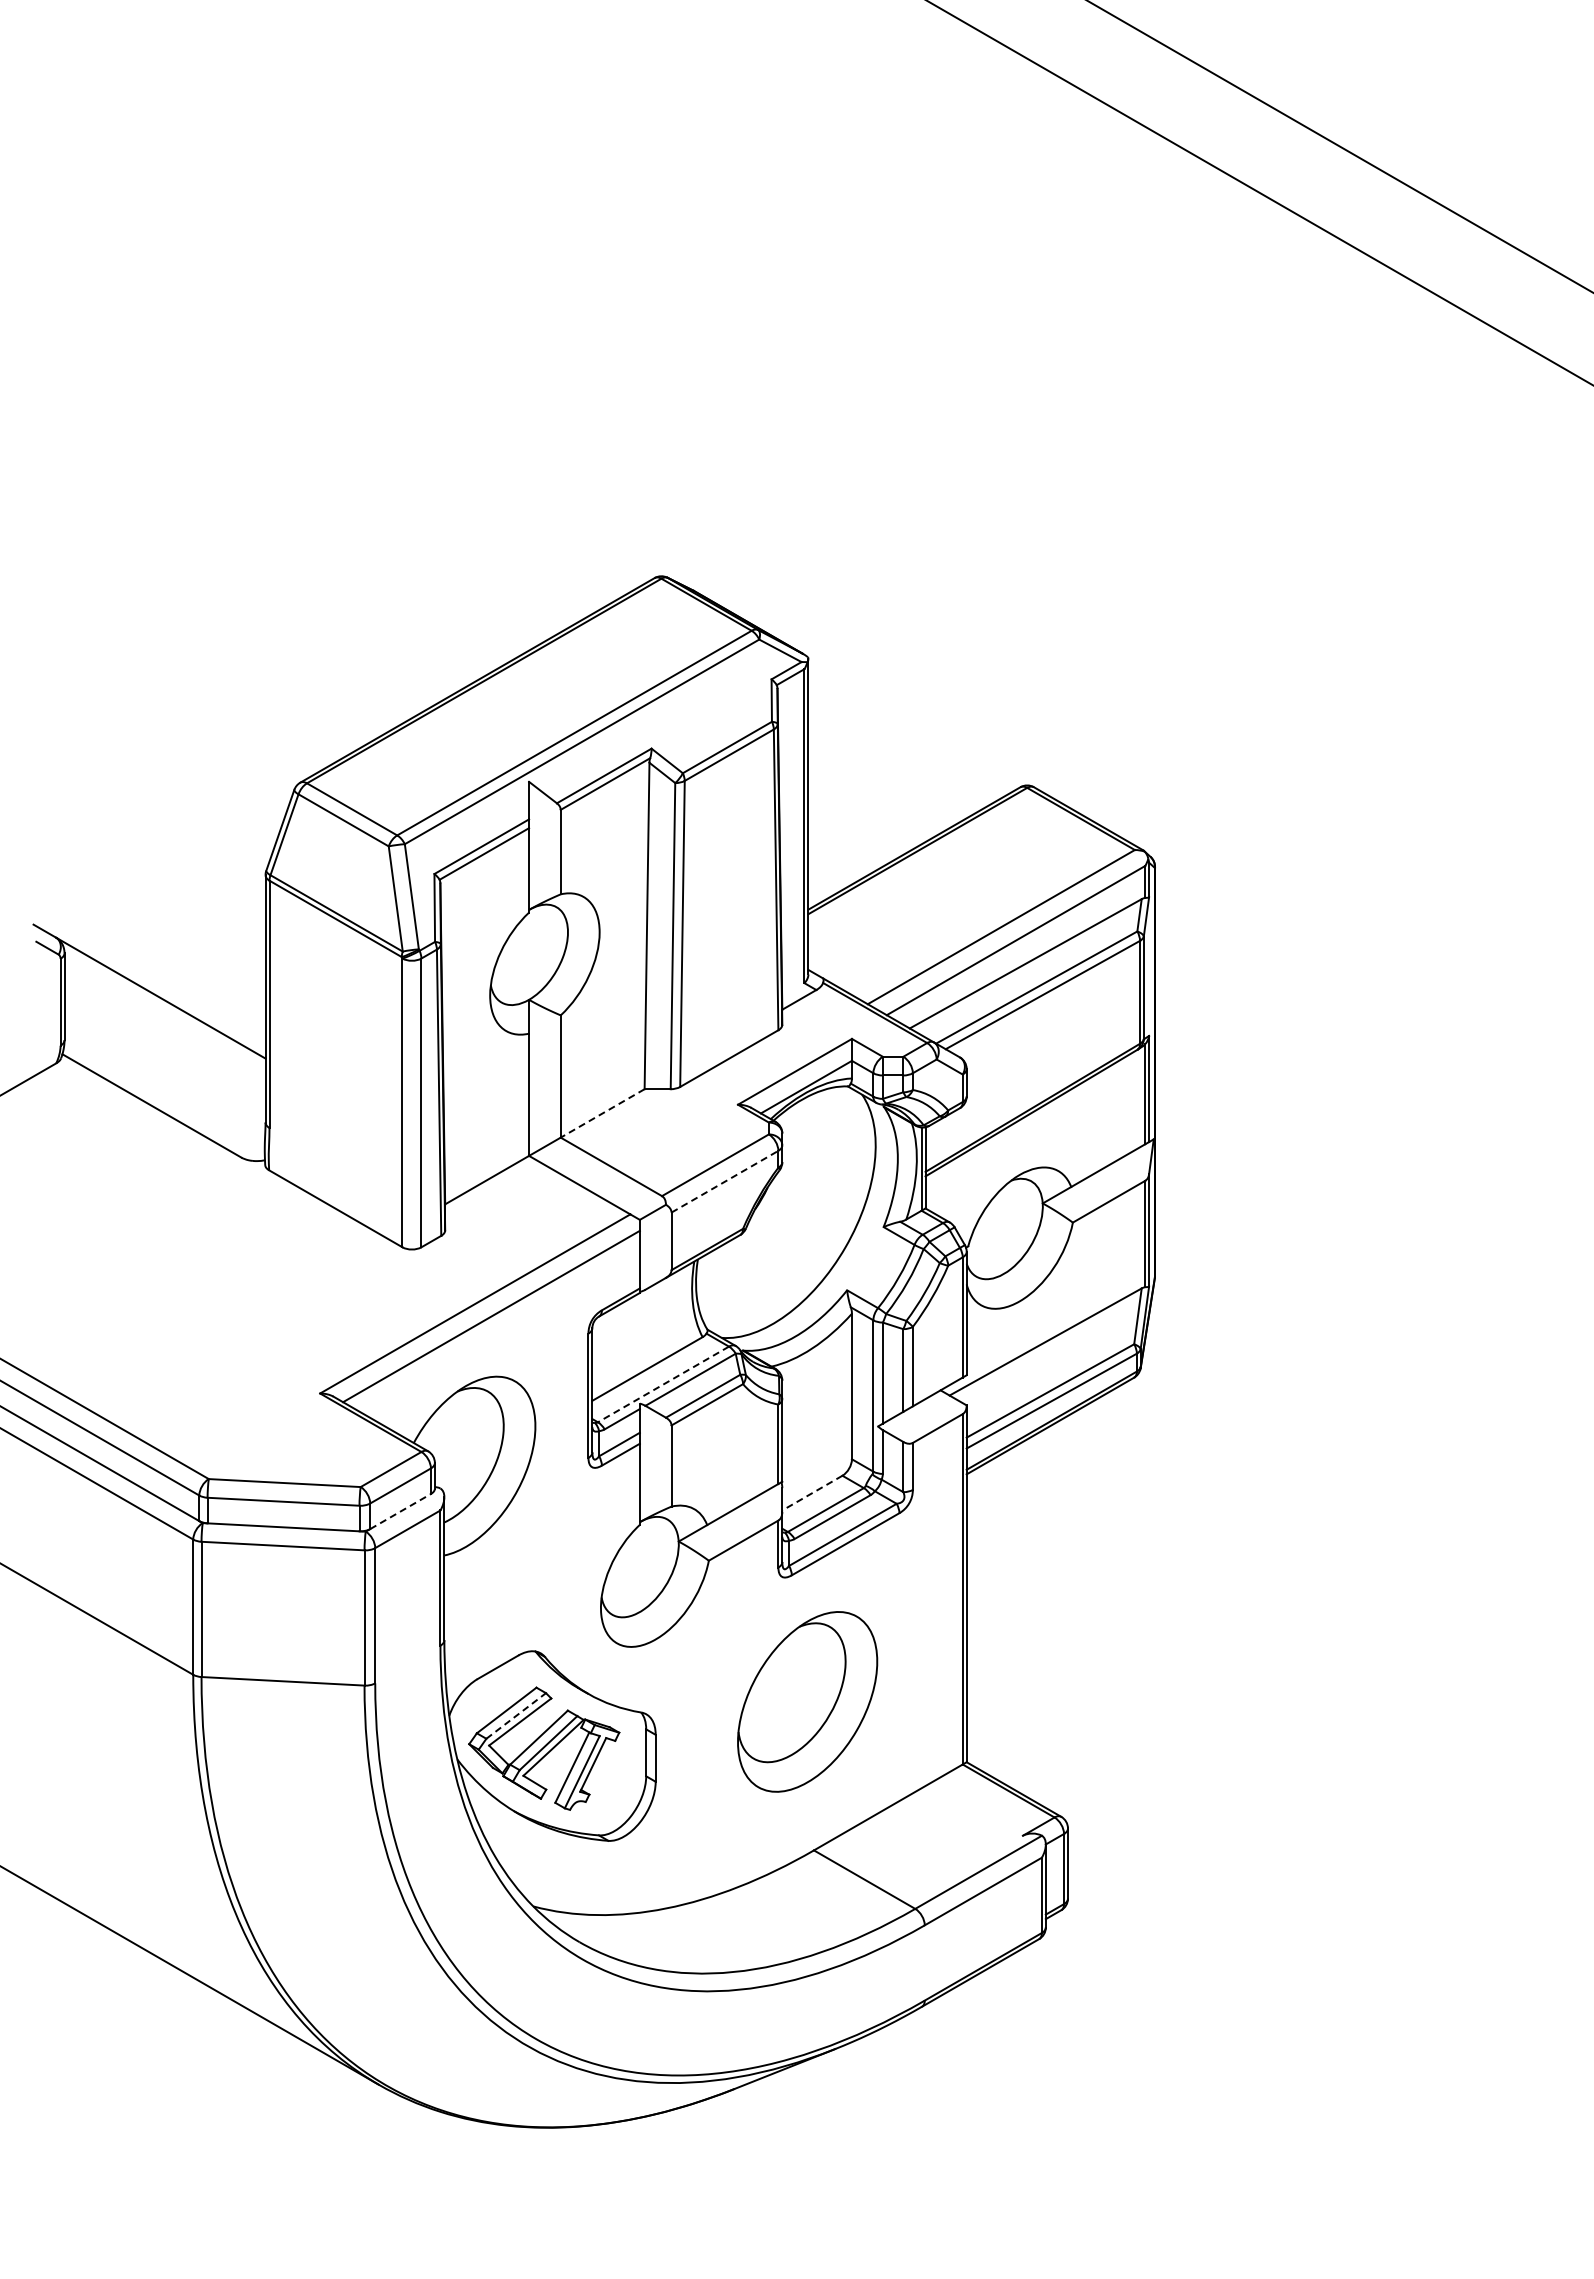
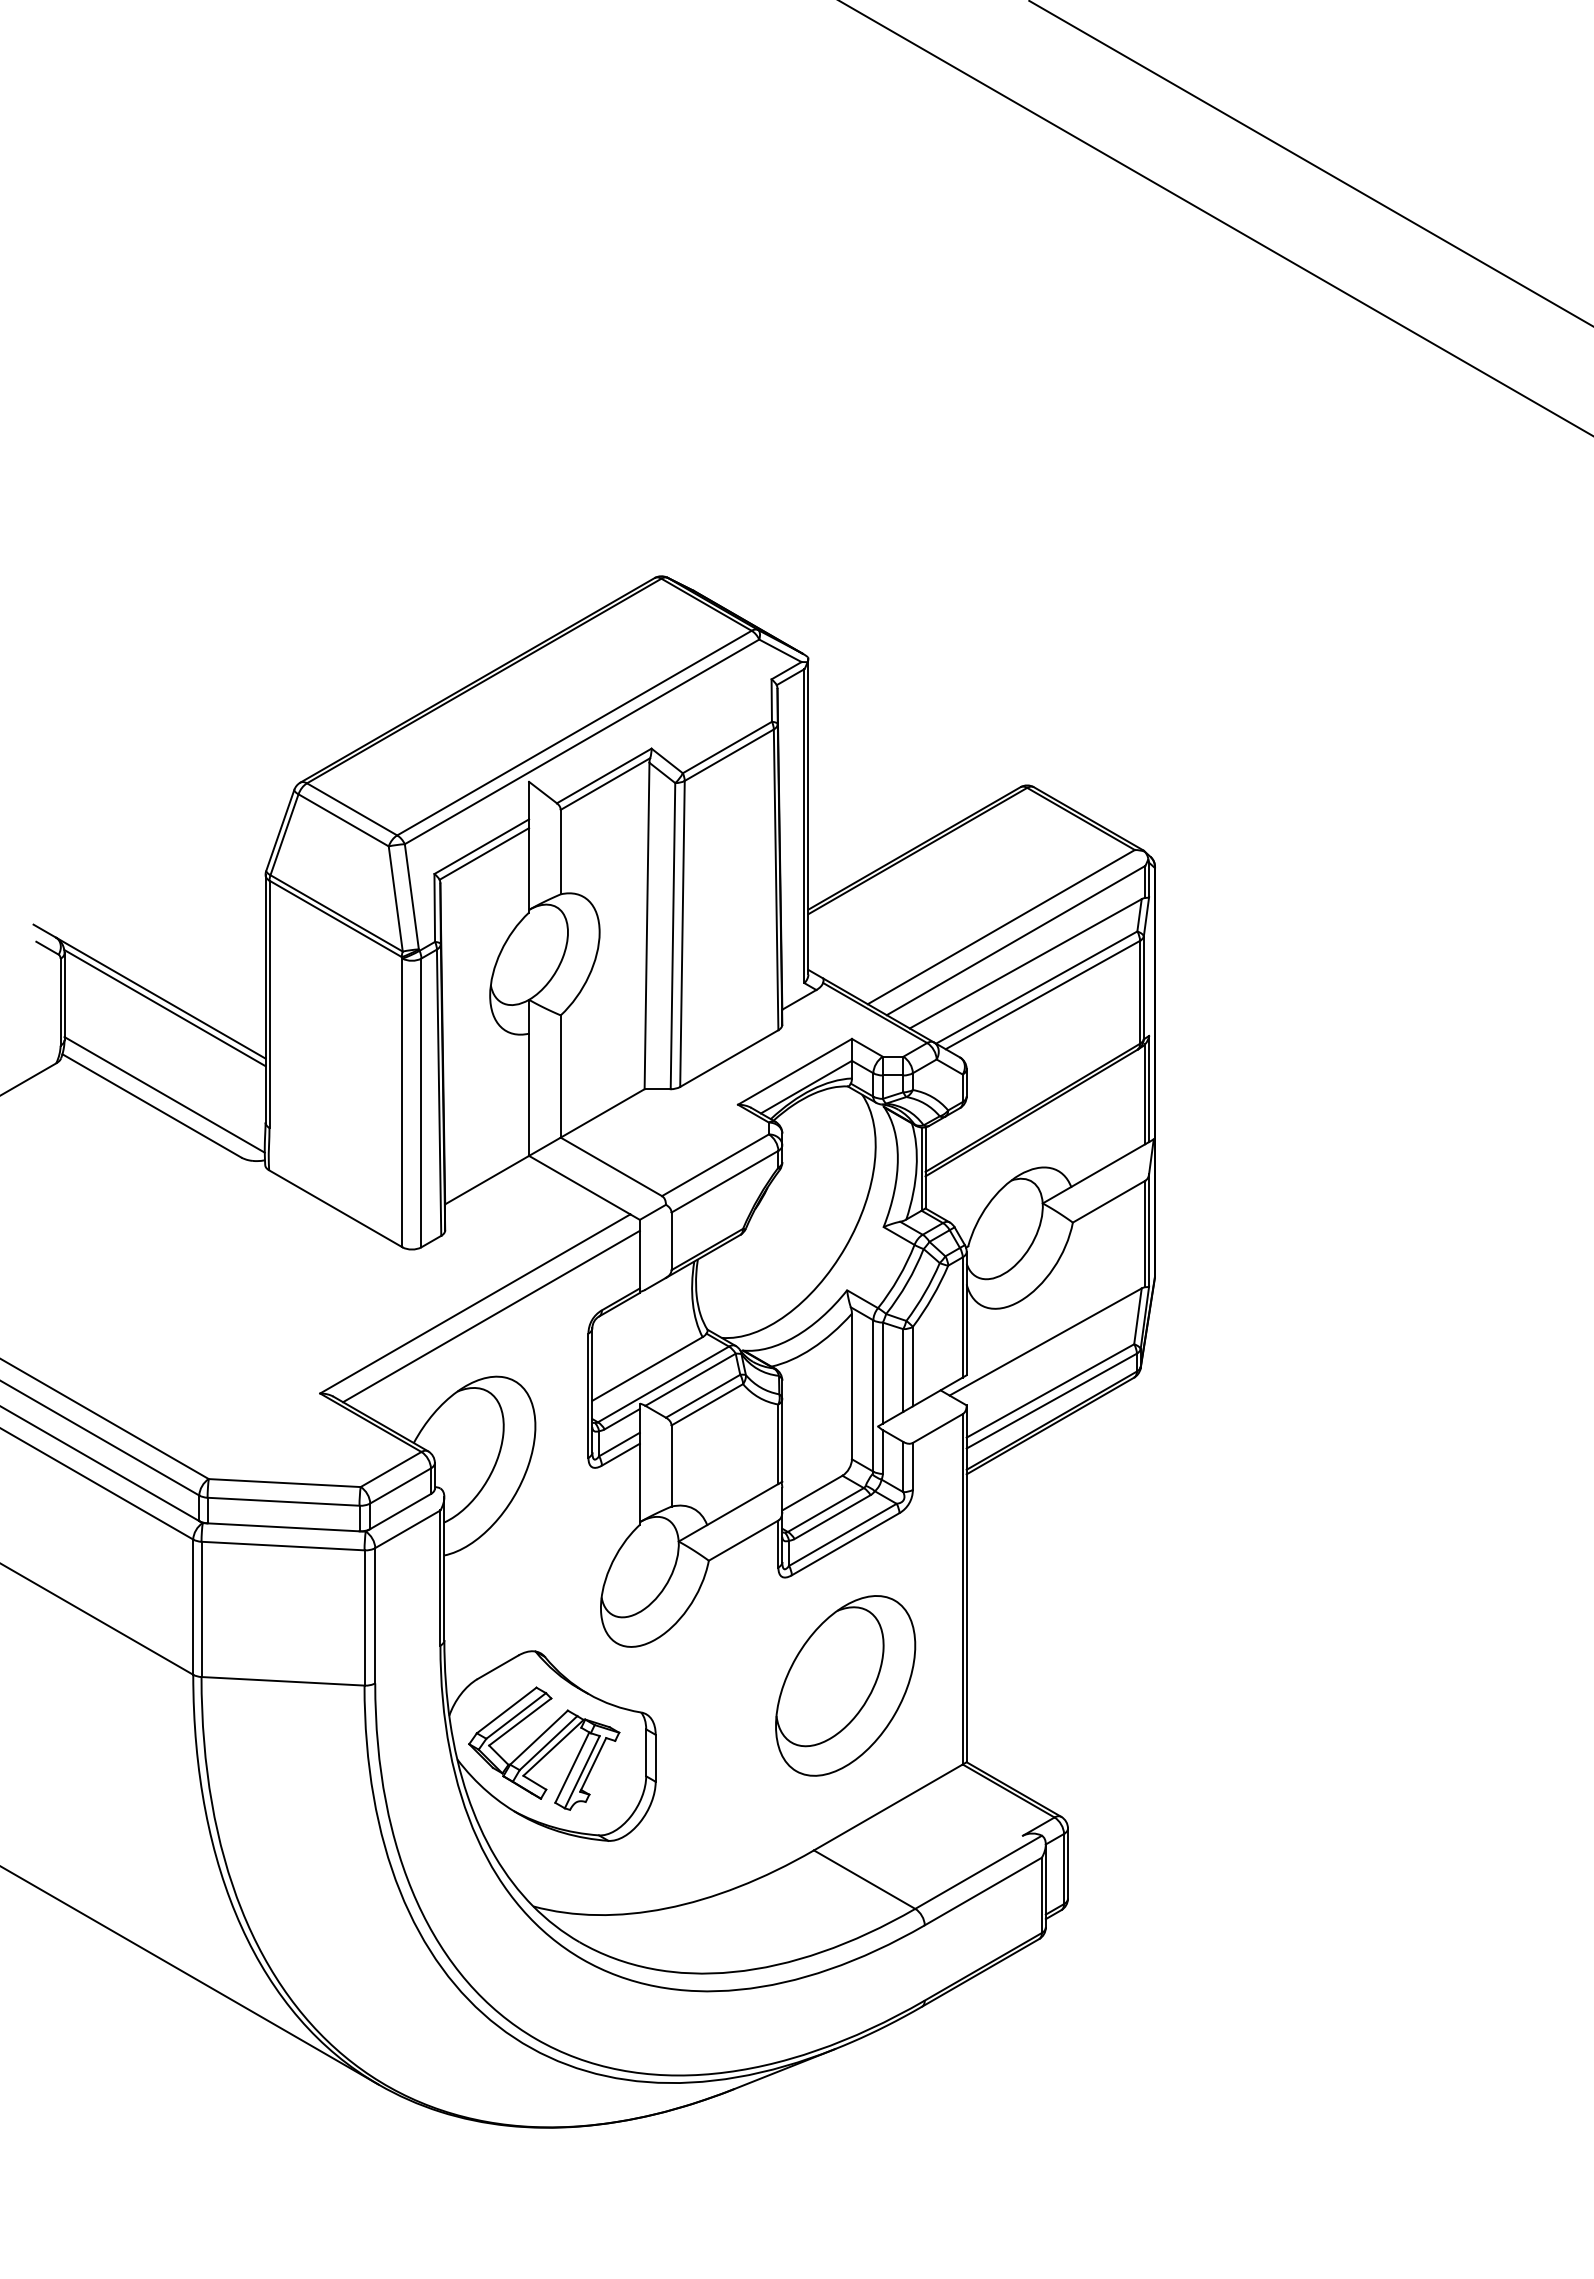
line at (1340, 146) position: (1340, 146) -> (1310, 163)
line at (1259, 192) position: (1259, 192) -> (1215, 218)
line at (164, 1007): none -> present
line at (164, 1094): none -> present
line at (602, 1113): dashed -> solid
line at (724, 1181): dashed -> solid
line at (663, 1384): dashed -> solid
line at (812, 1493): dashed -> solid
line at (401, 1511): dashed -> solid
part at (807, 1701) position: (807, 1701) -> (845, 1685)
line at (516, 1715): dashed -> solid
